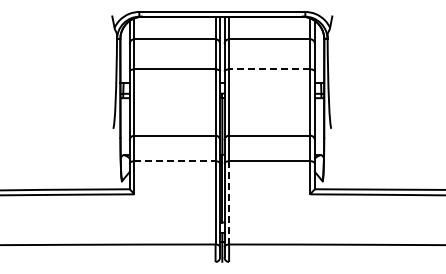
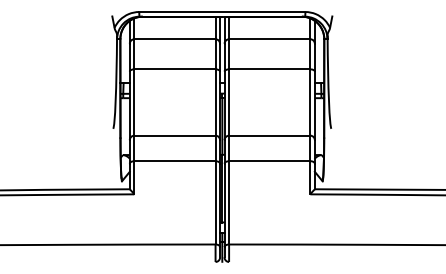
line at (269, 69): dashed -> solid
line at (174, 161): dashed -> solid
line at (229, 202): dashed -> solid
